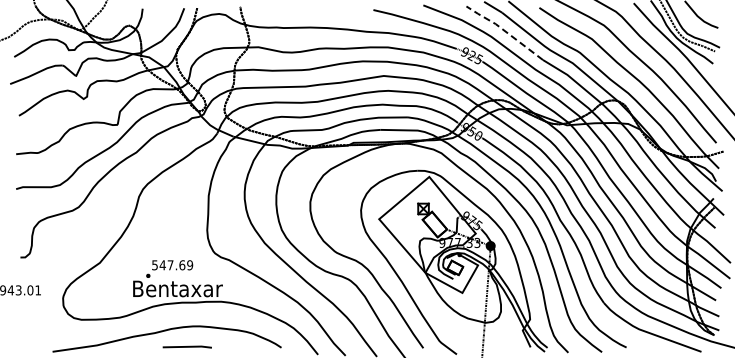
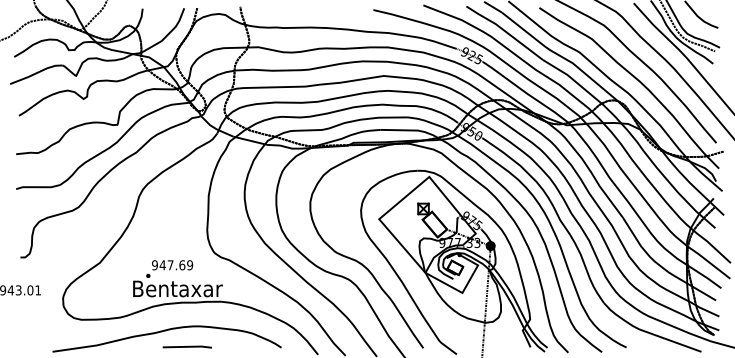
line at (504, 30): dashed -> solid
text at (154, 264): 547.69 -> 947.69
